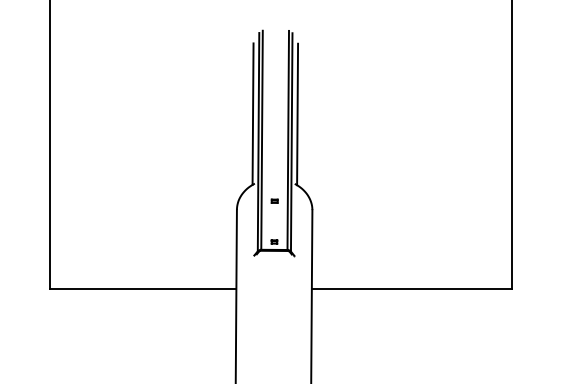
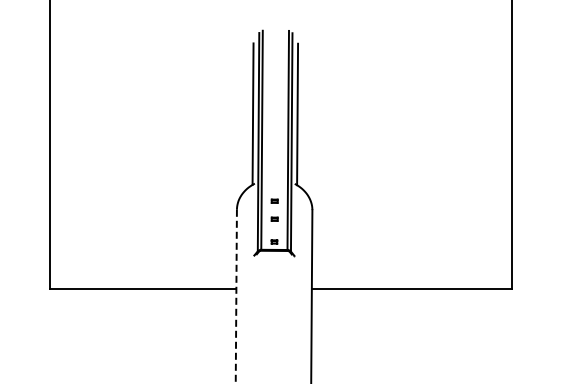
part at (274, 218): none -> present
line at (236, 296): solid -> dashed
